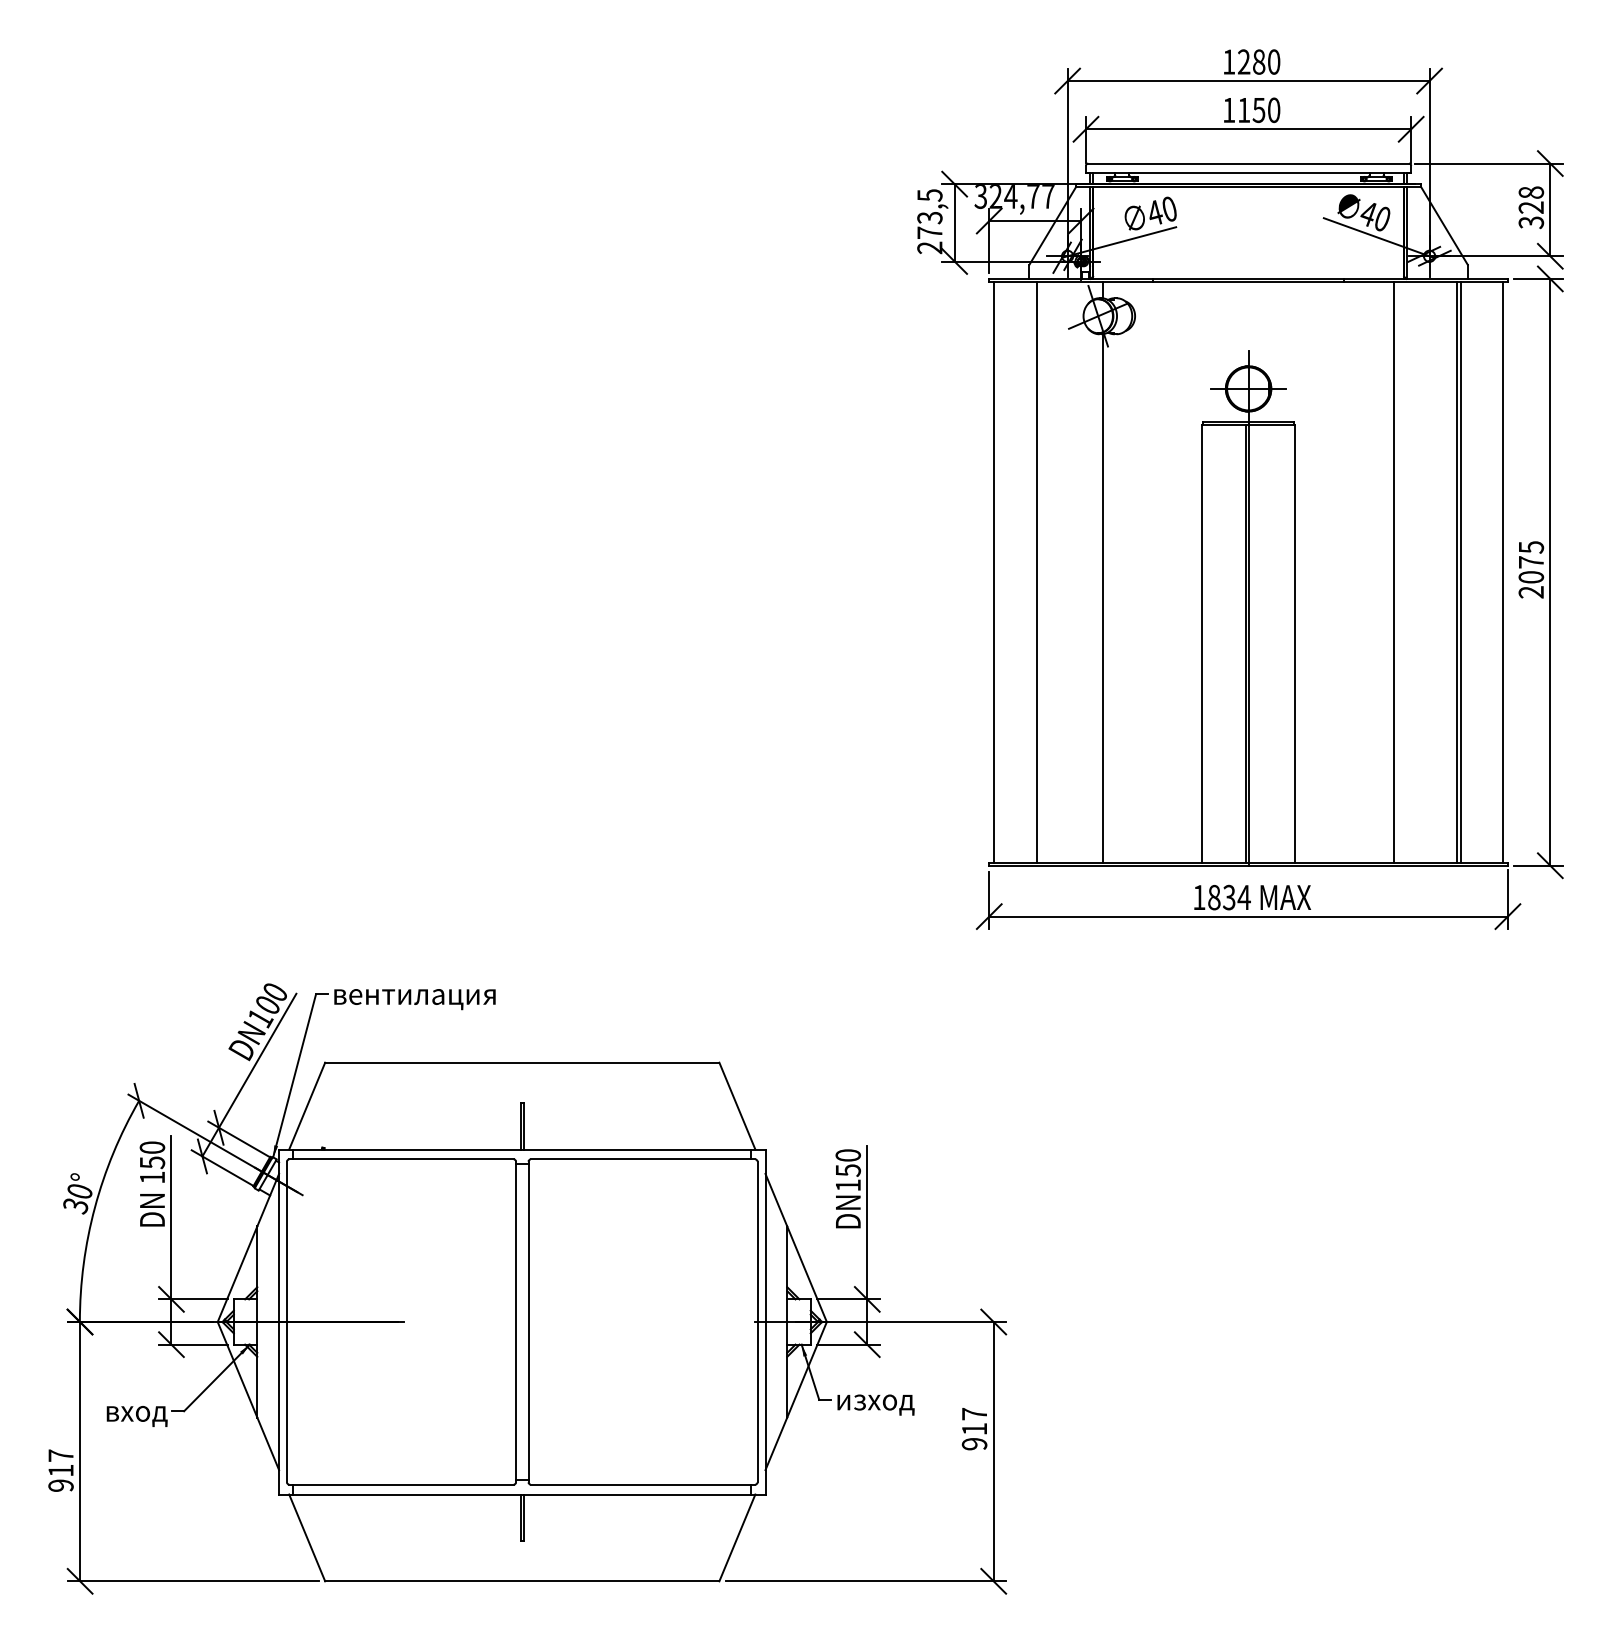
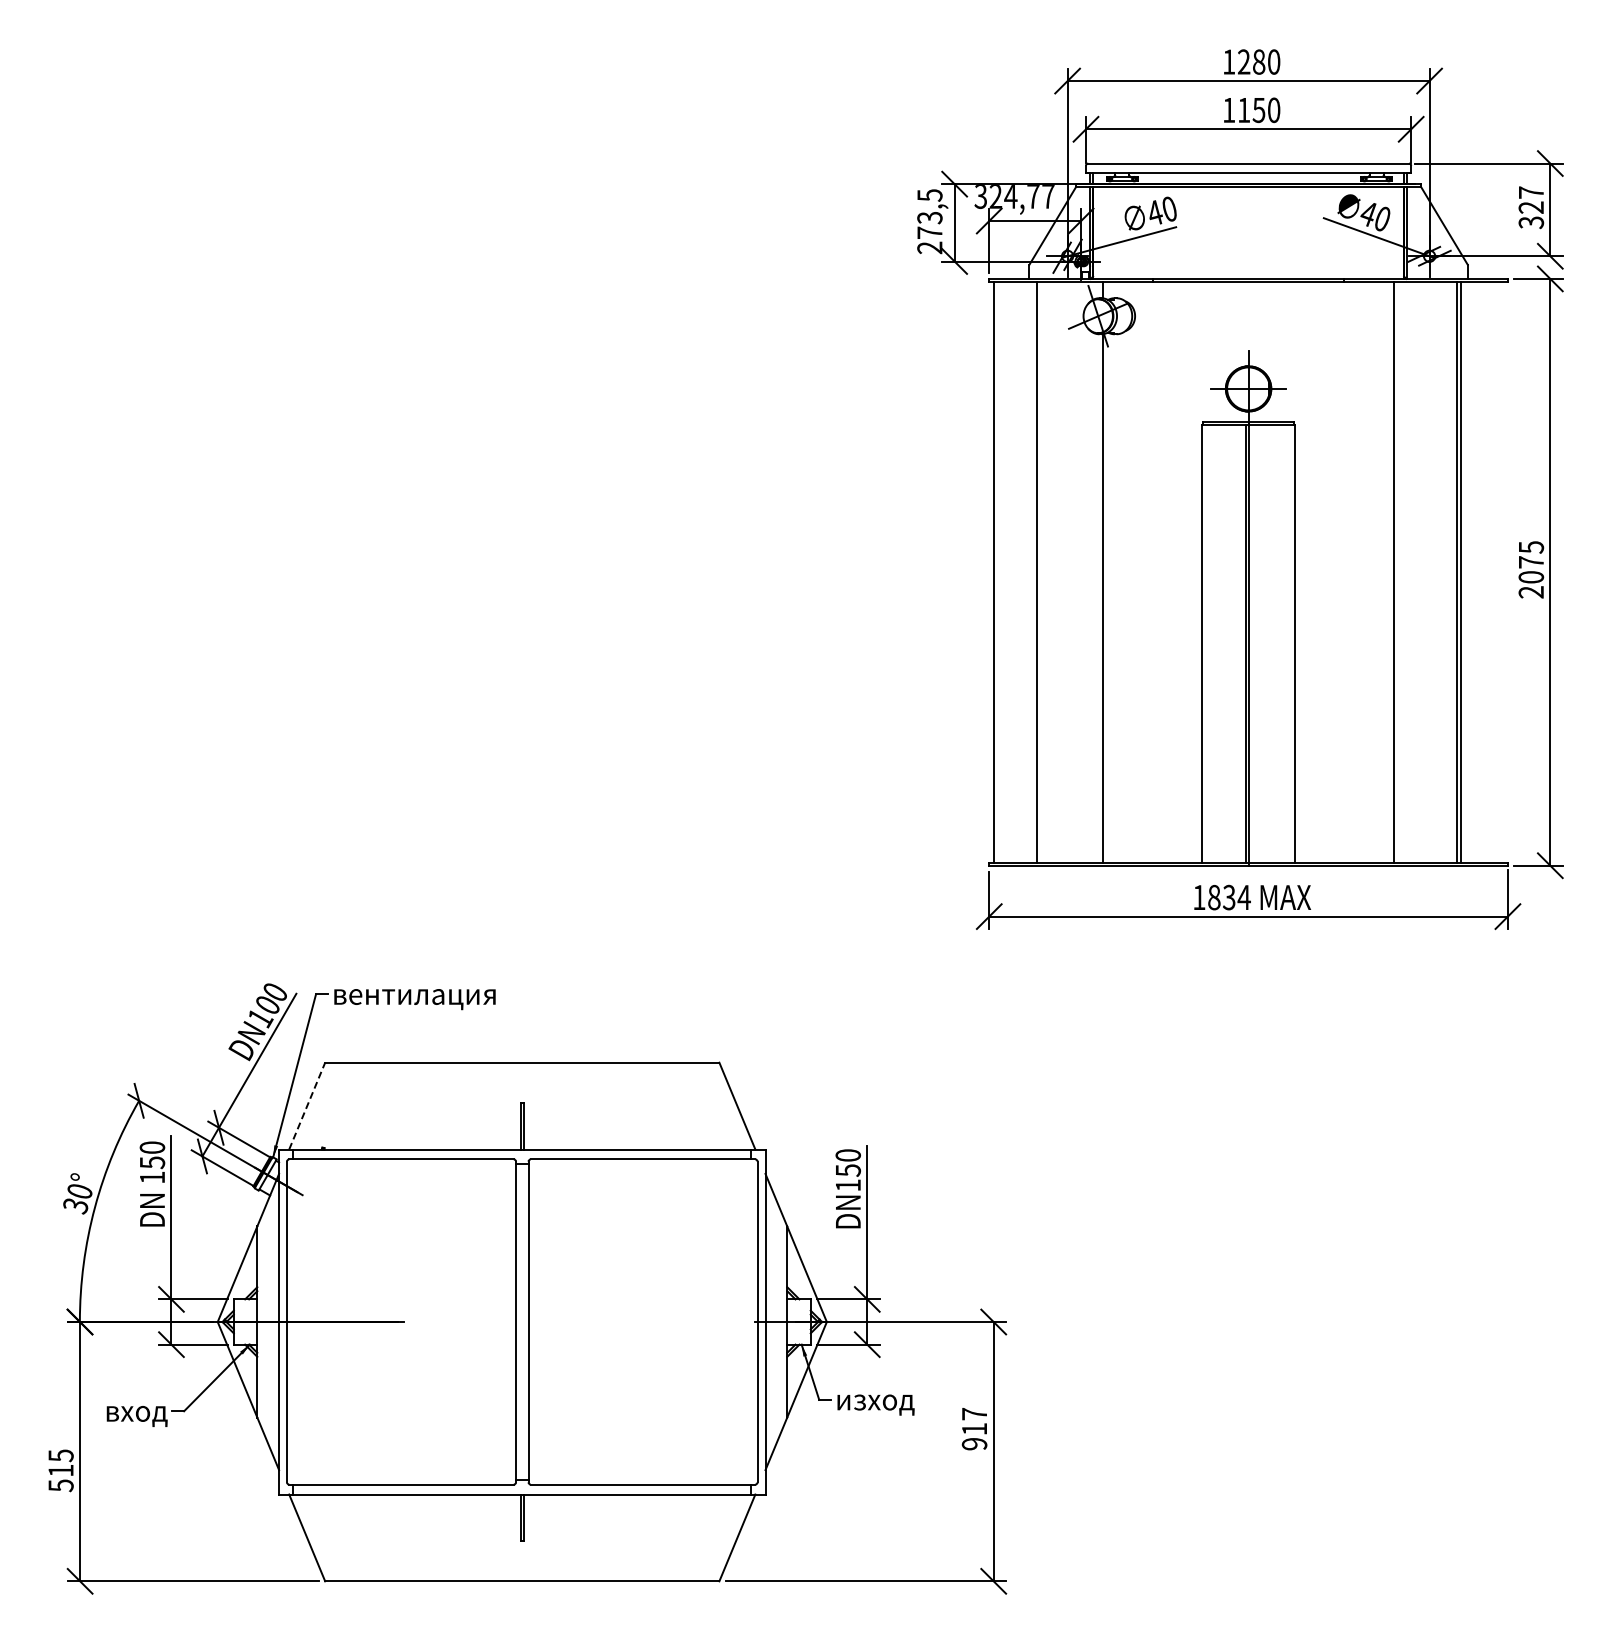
text at (1531, 192): 328 -> 327
line at (1503, 572): present -> none
line at (307, 1106): solid -> dashed
text at (60, 1470): 917 -> 515
